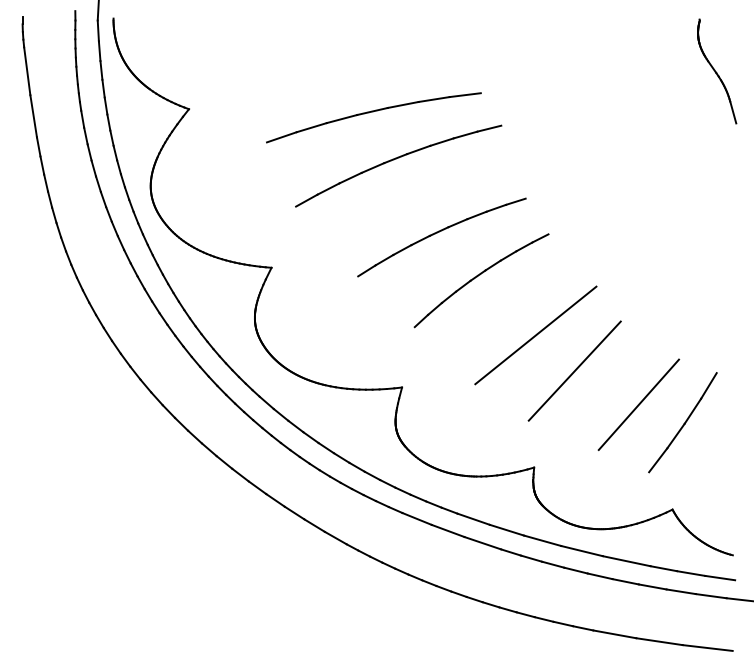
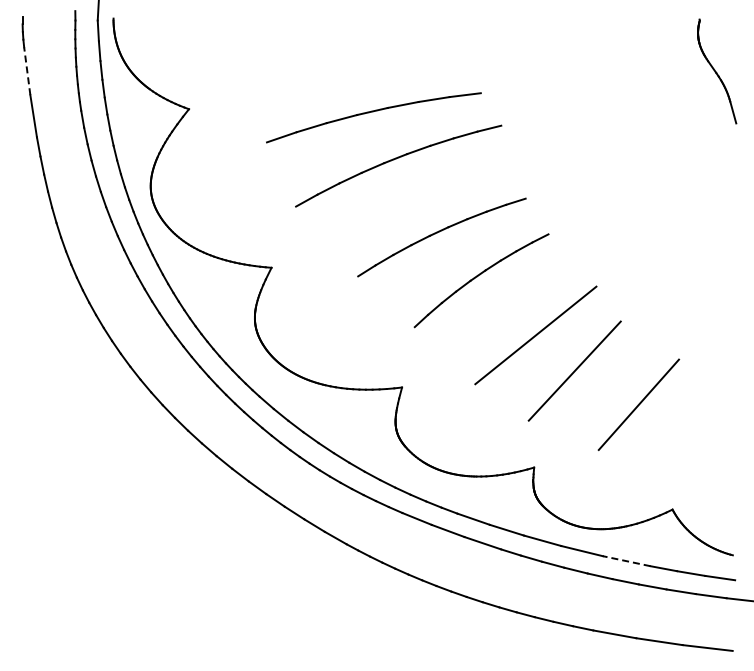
line at (27, 70): solid -> dashed
part at (682, 422): present -> none
line at (626, 561): solid -> dashed
